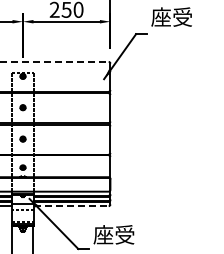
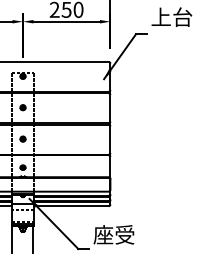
text at (171, 16): 座受 -> 上台
line at (54, 61): dashed -> solid
line at (72, 206): dashed -> solid
